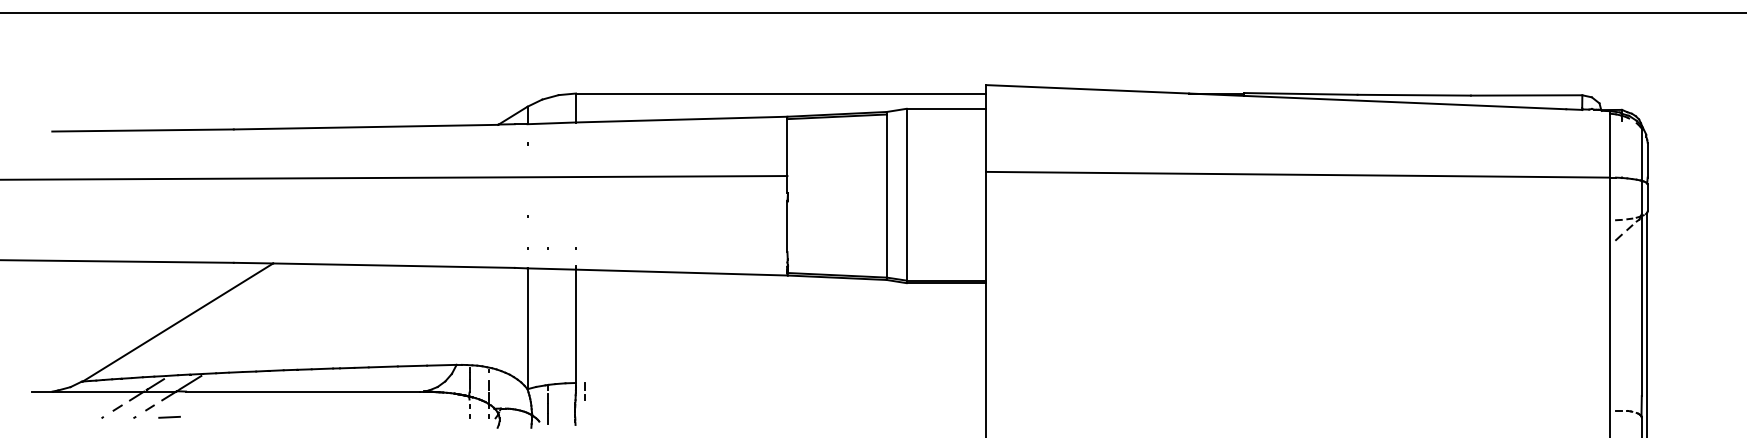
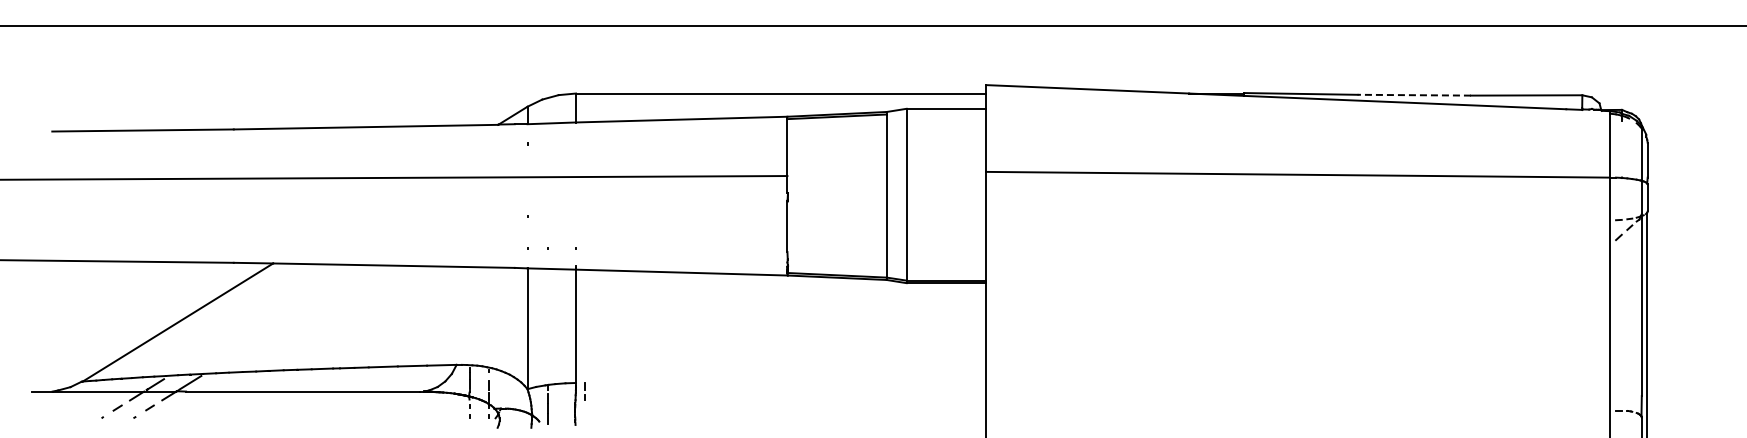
line at (872, 13) position: (872, 13) -> (872, 26)
line at (1414, 95): solid -> dashed
line at (169, 417): present -> none
